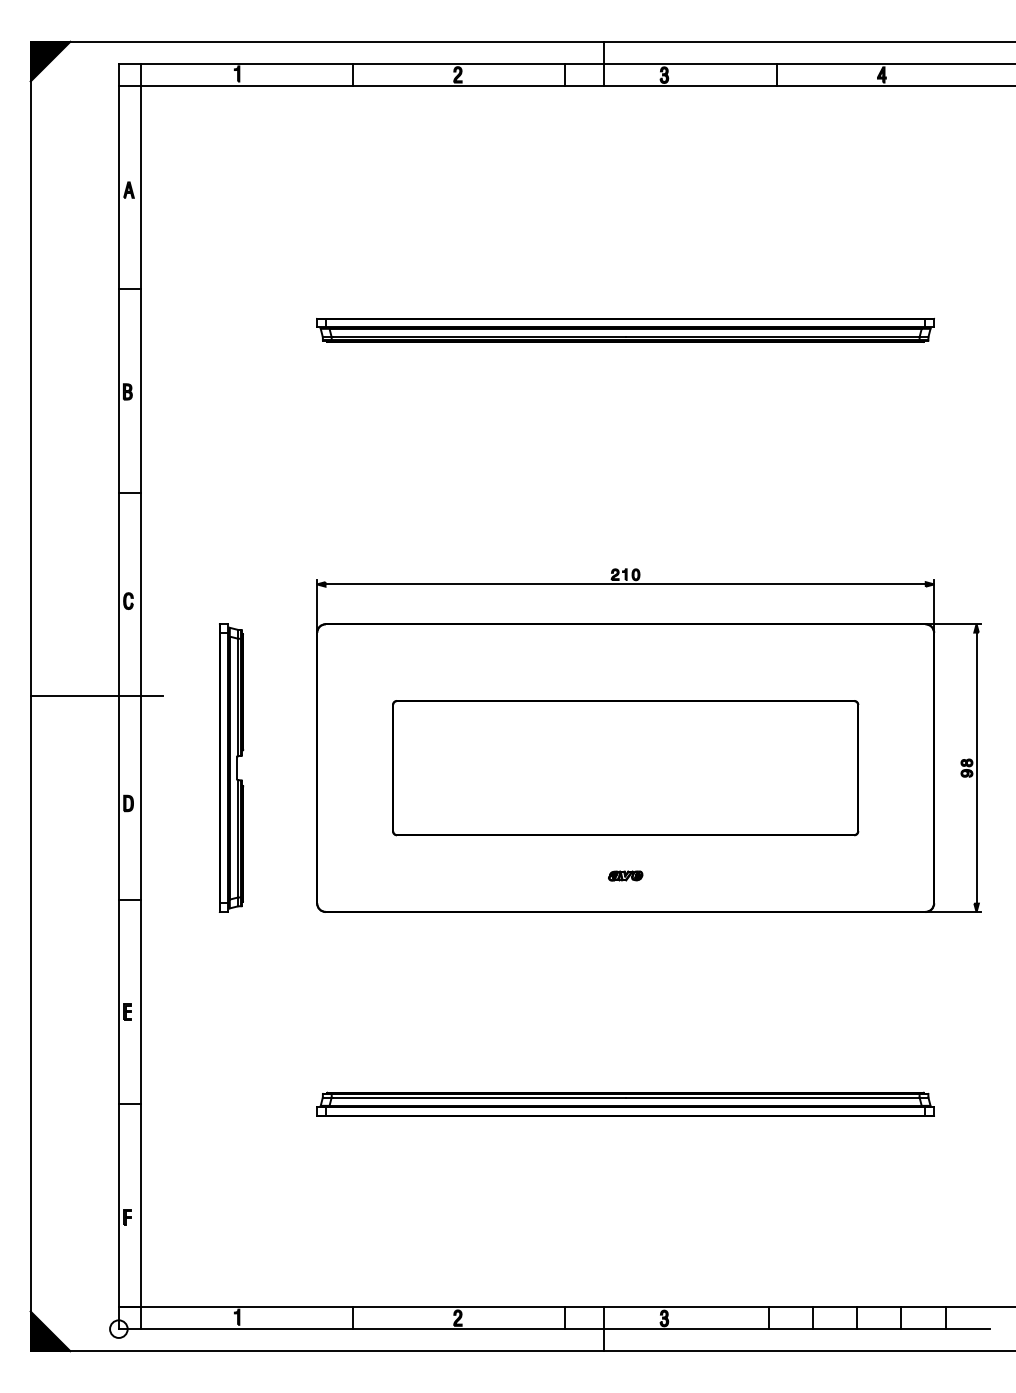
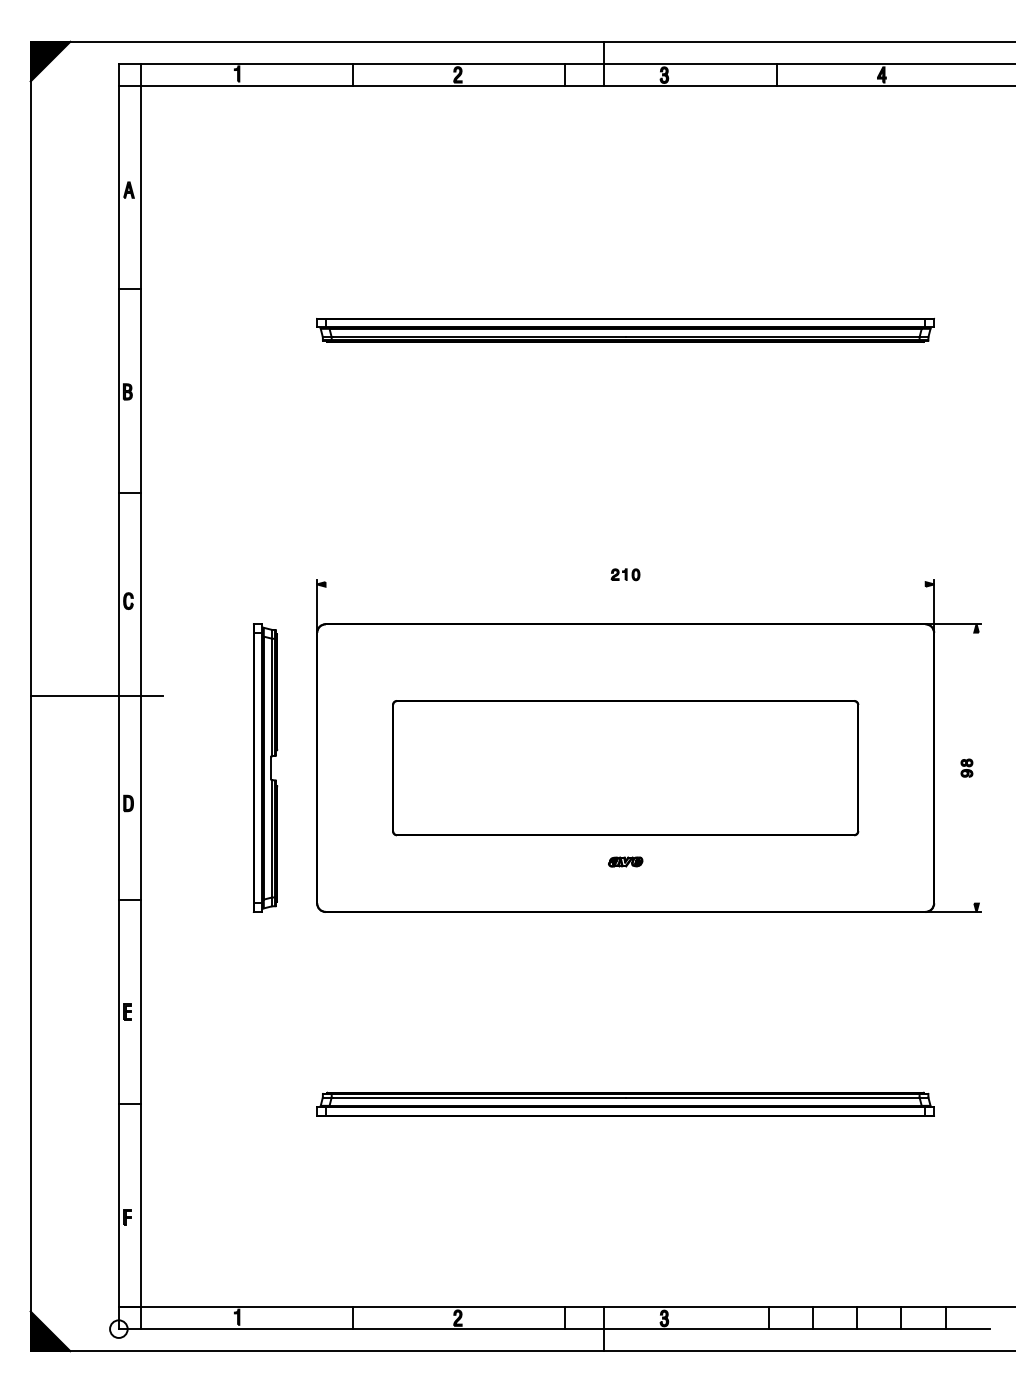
line at (625, 584): present -> none
part at (231, 767) position: (231, 767) -> (265, 767)
line at (976, 767): present -> none
part at (625, 875) position: (625, 875) -> (625, 861)
